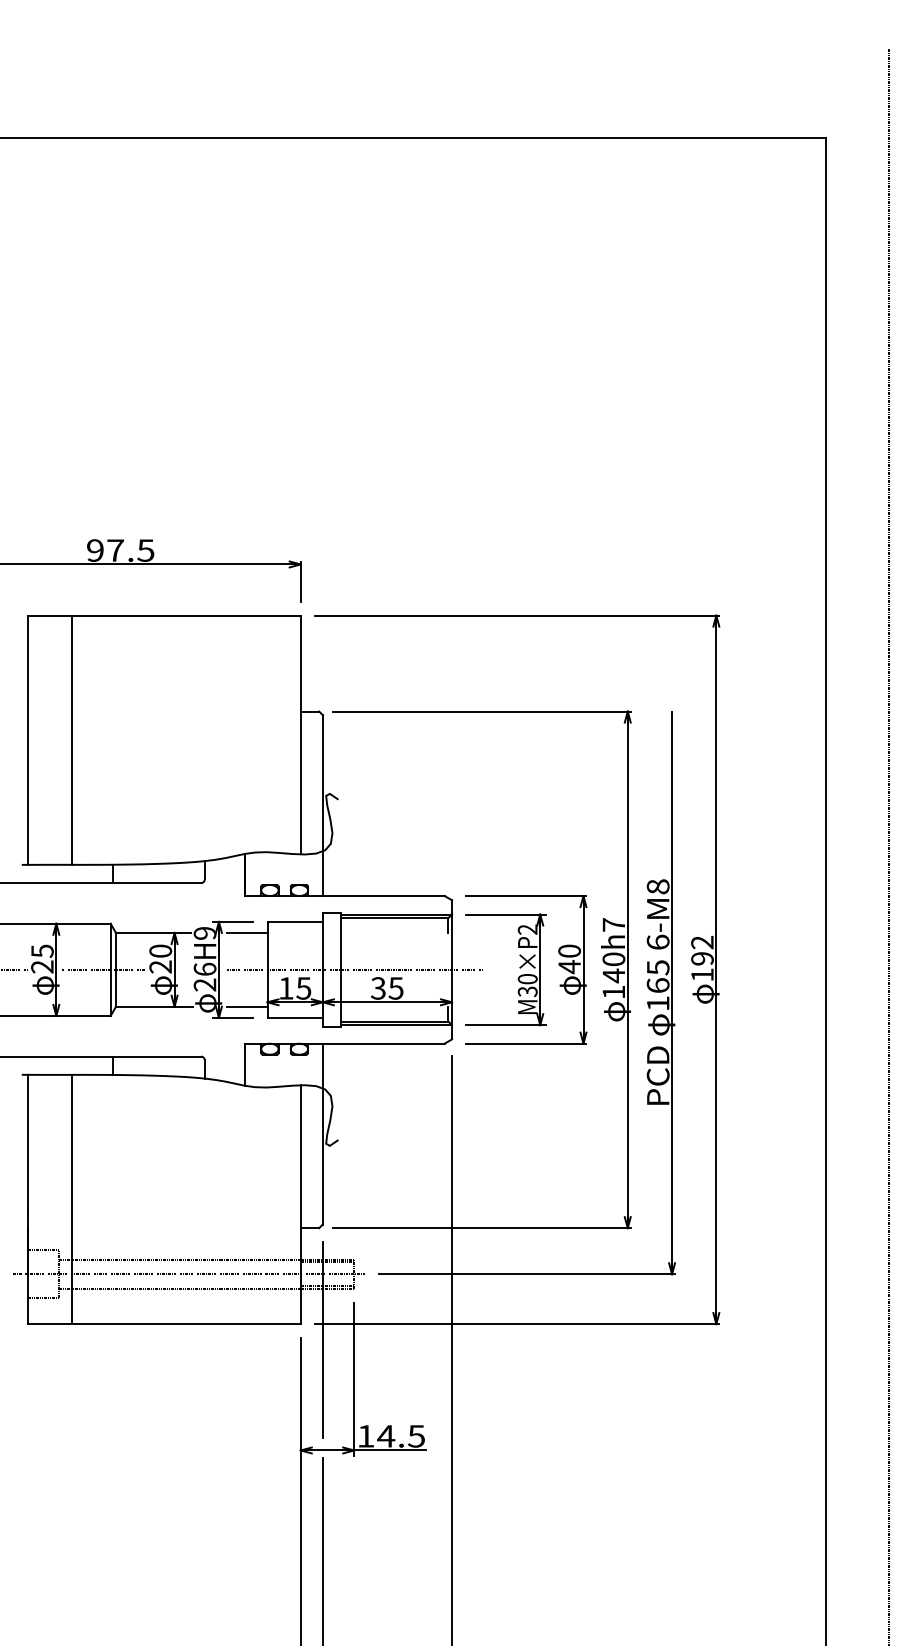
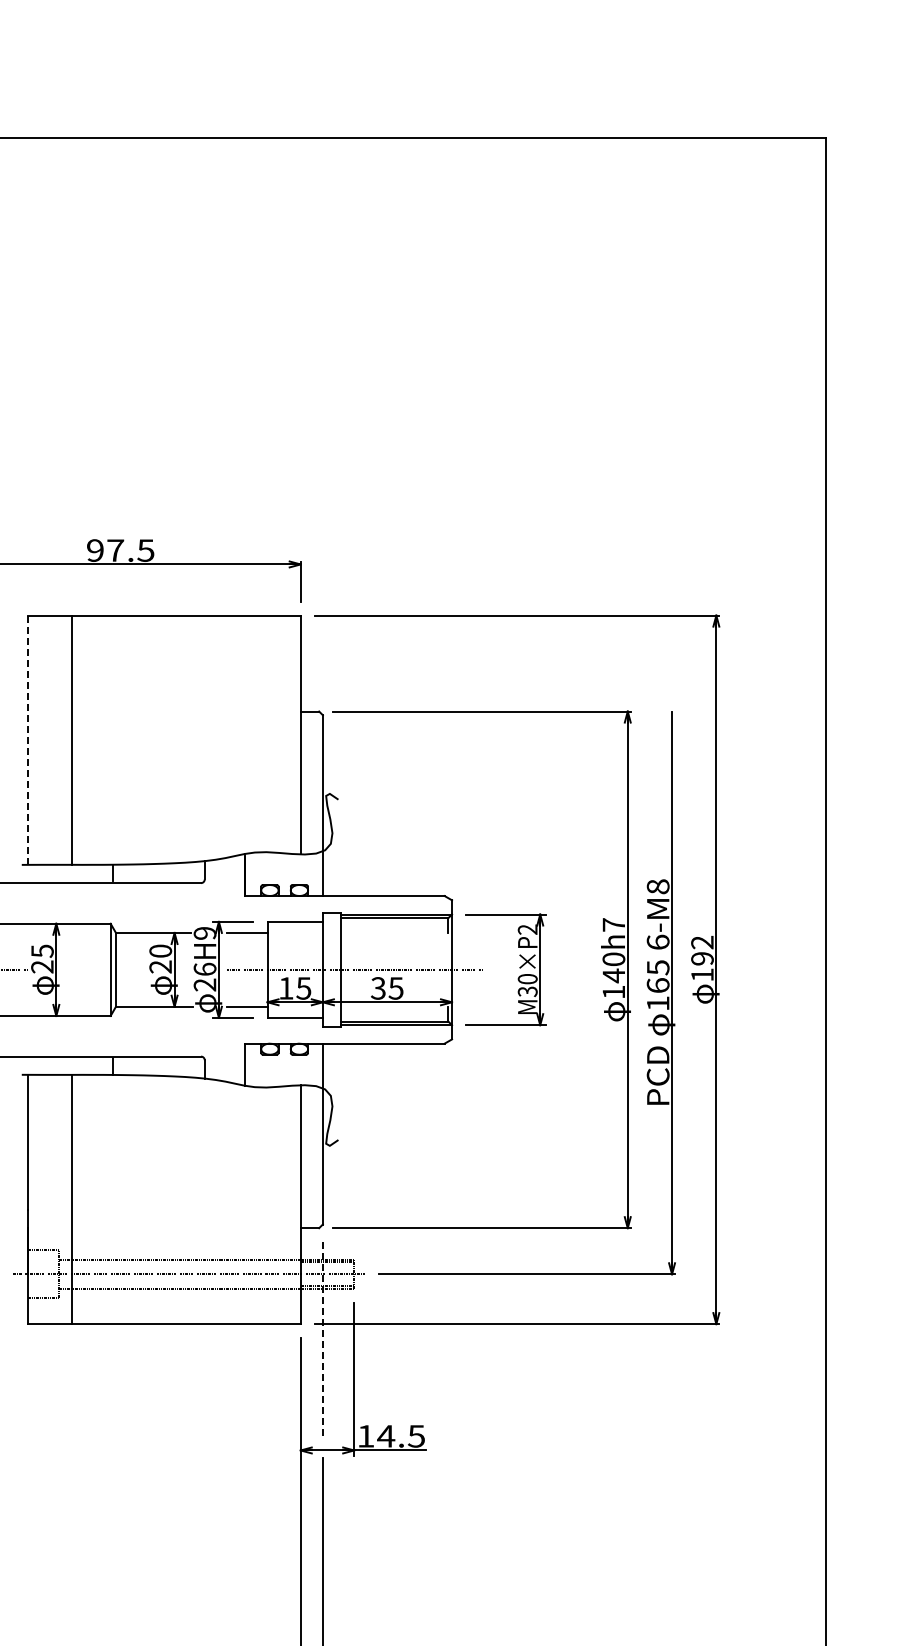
line at (27, 740): solid -> dashed
line at (889, 845): present -> none
part at (558, 965): present -> none
line at (103, 969): present -> none
line at (322, 1340): solid -> dashed
line at (452, 1349): present -> none
